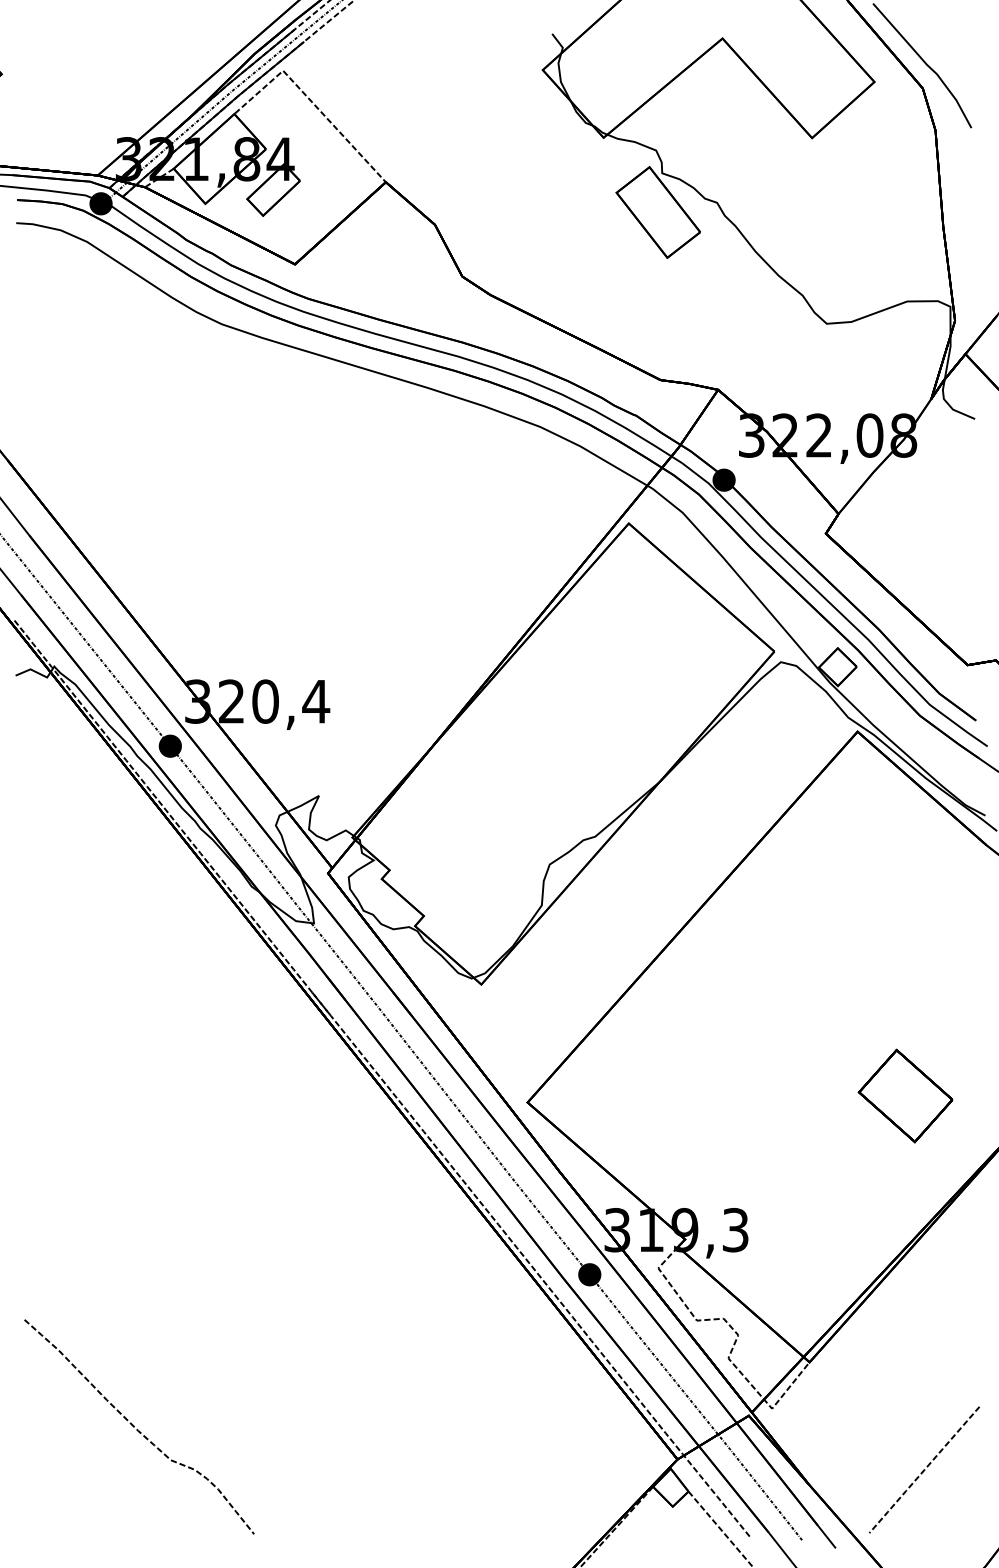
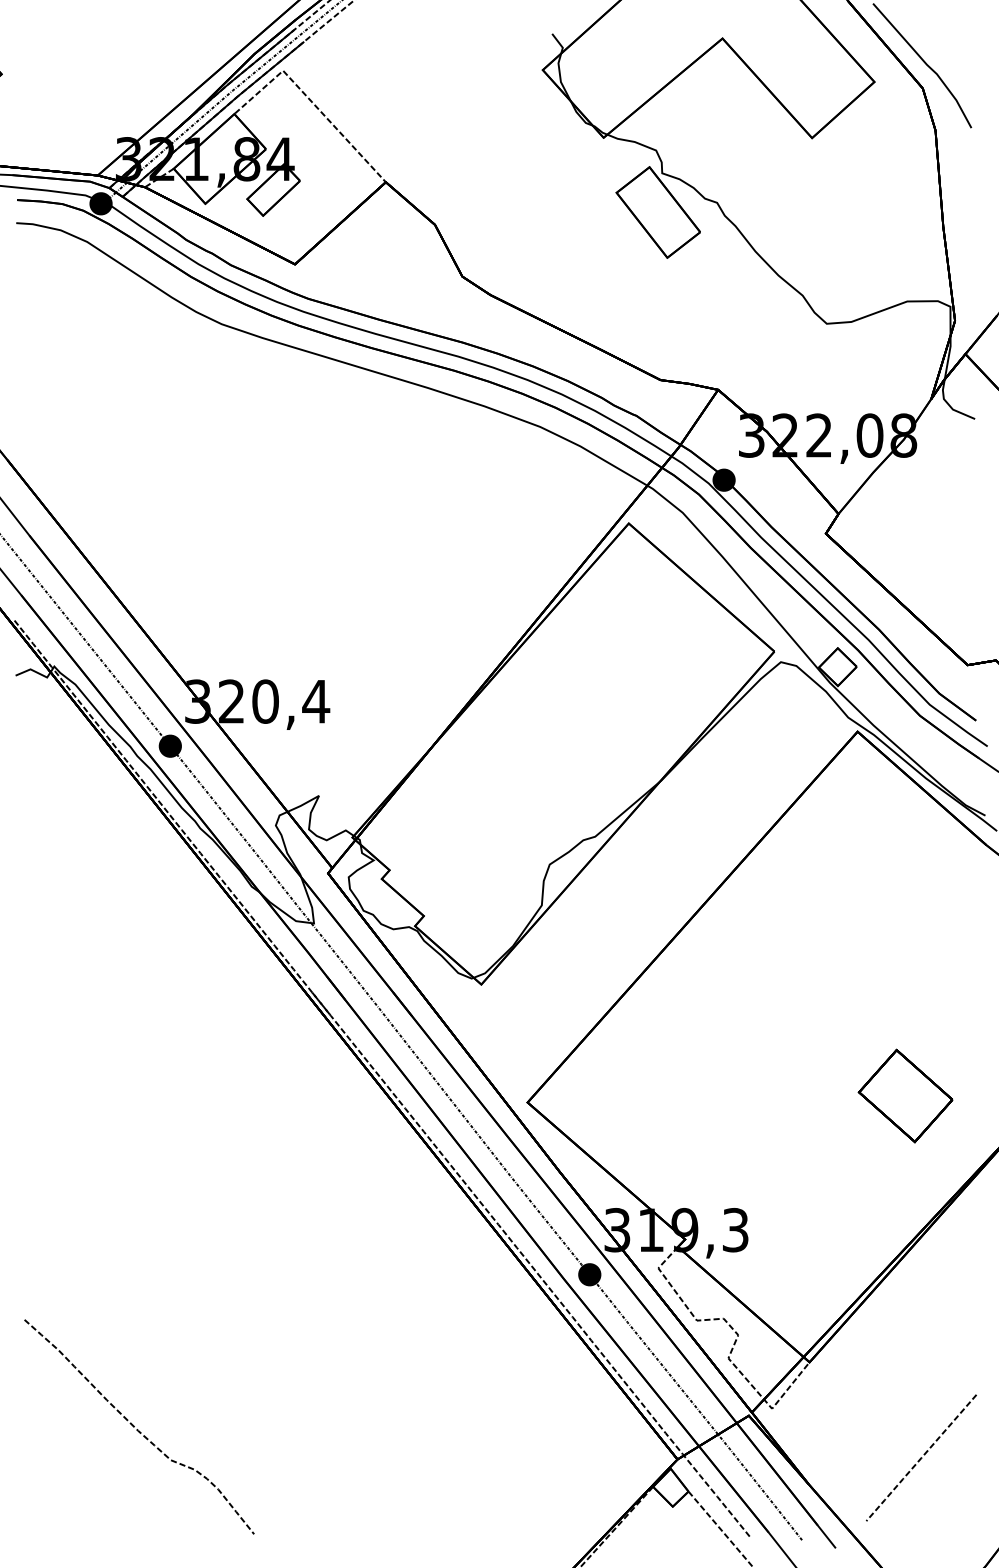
curve at (924, 1469) position: (924, 1469) -> (921, 1457)
